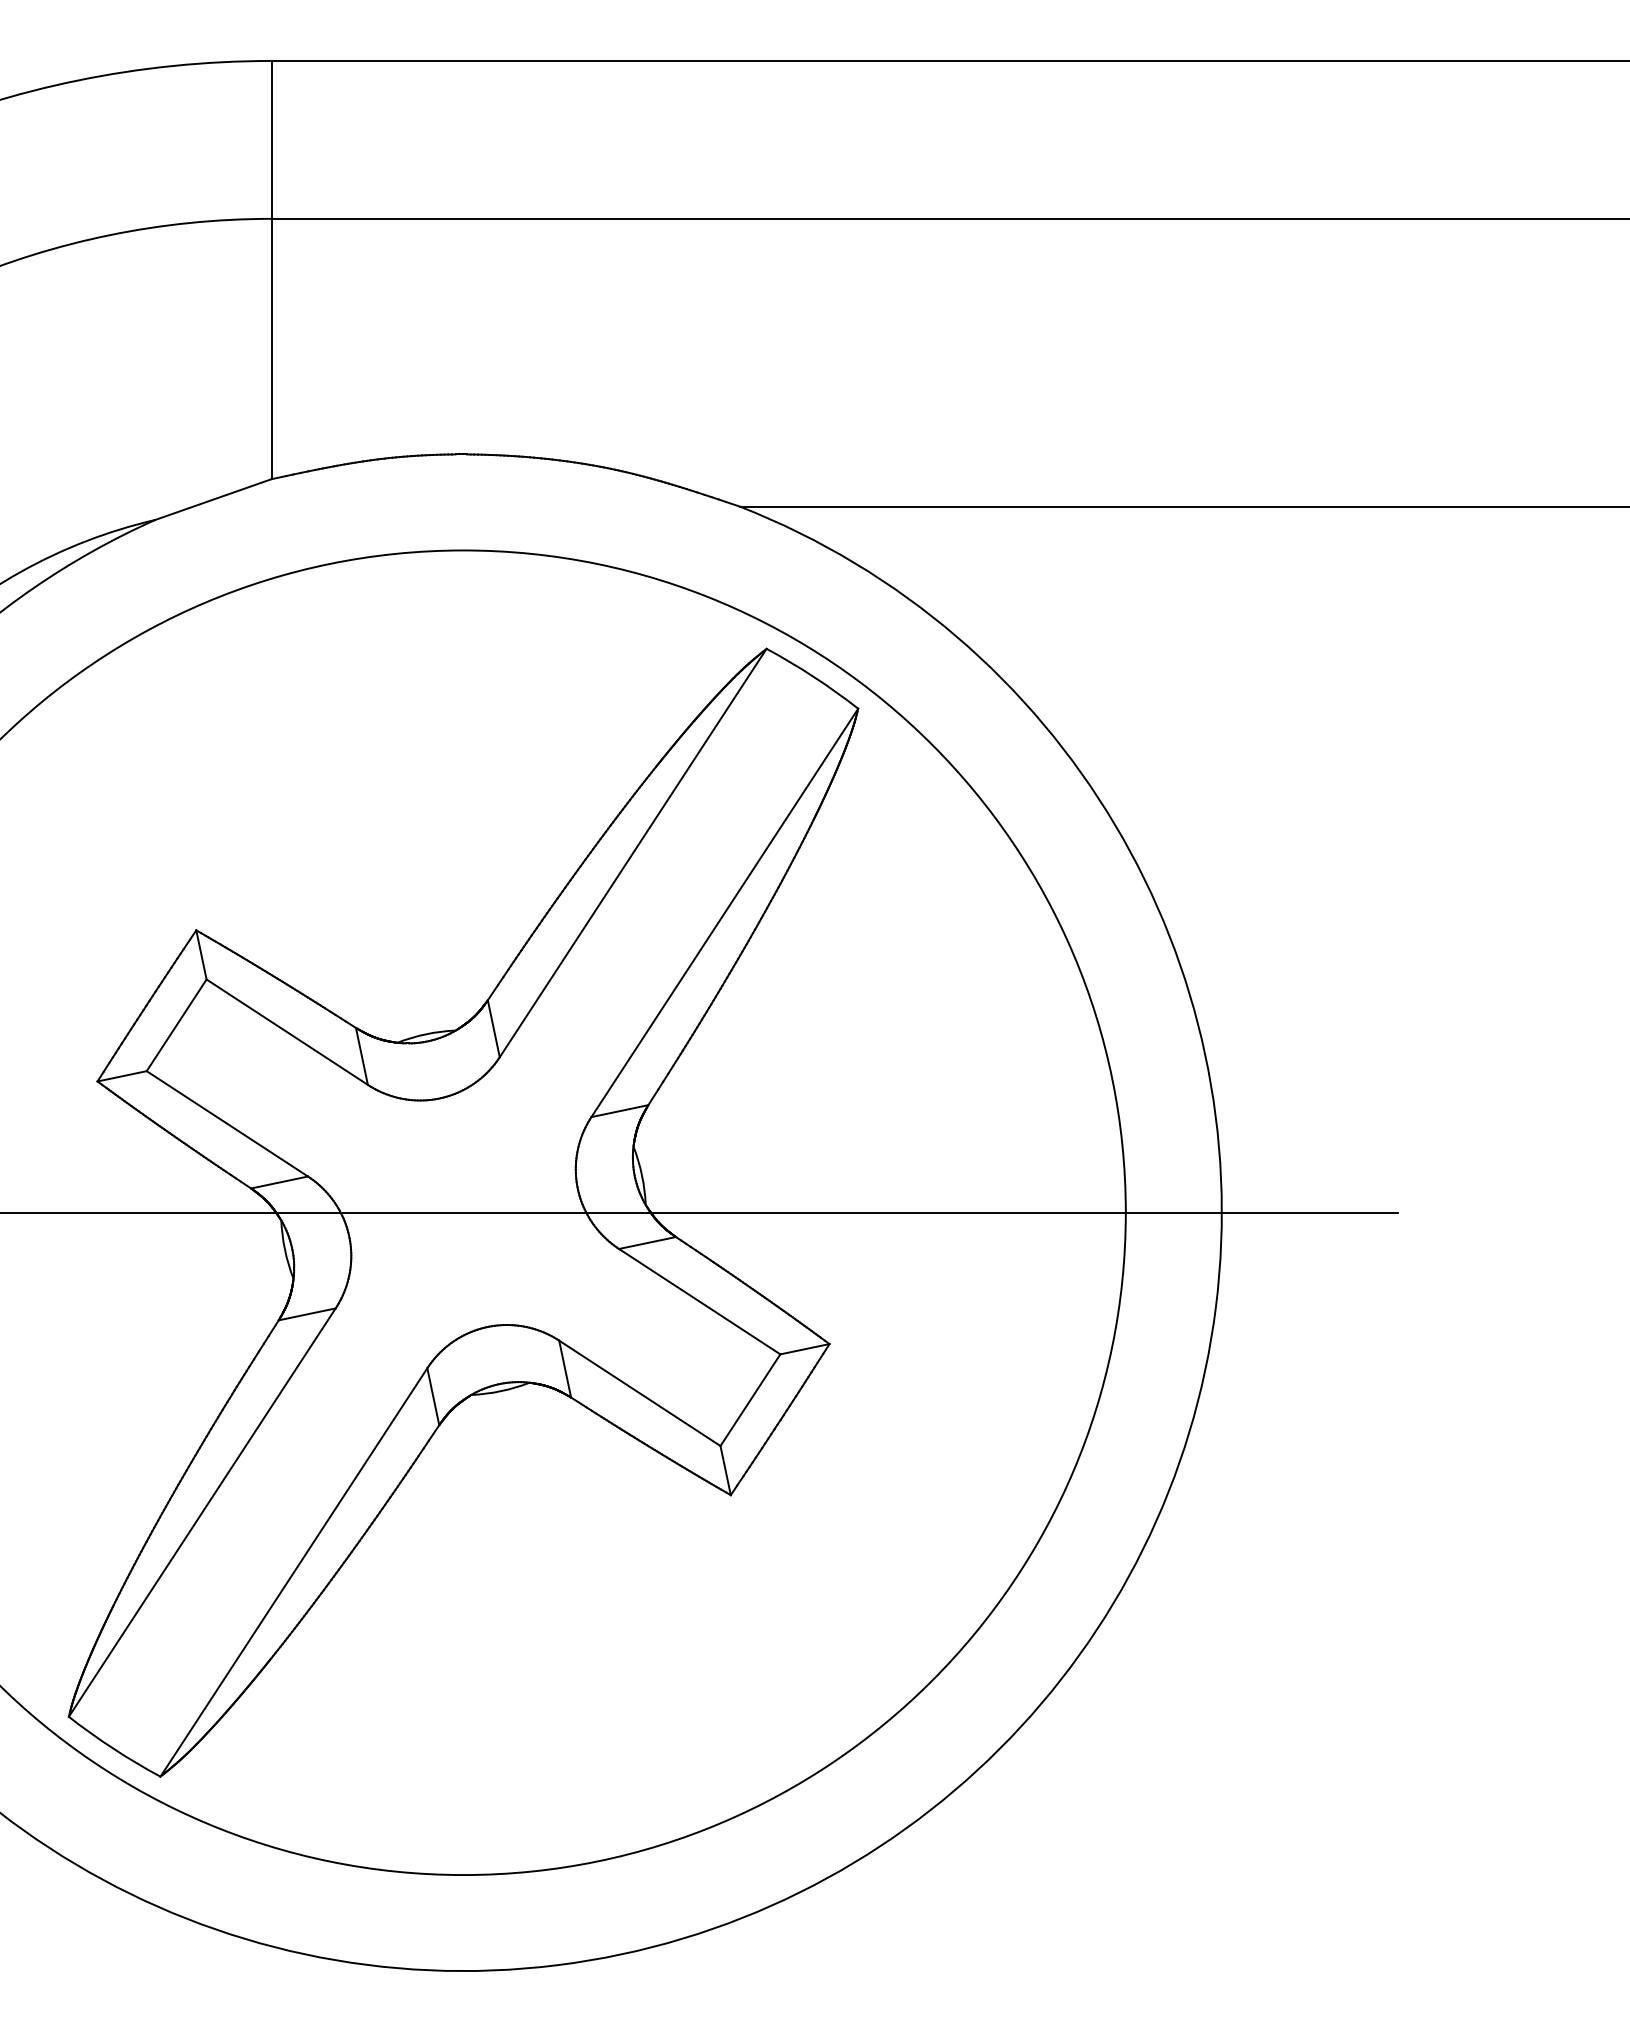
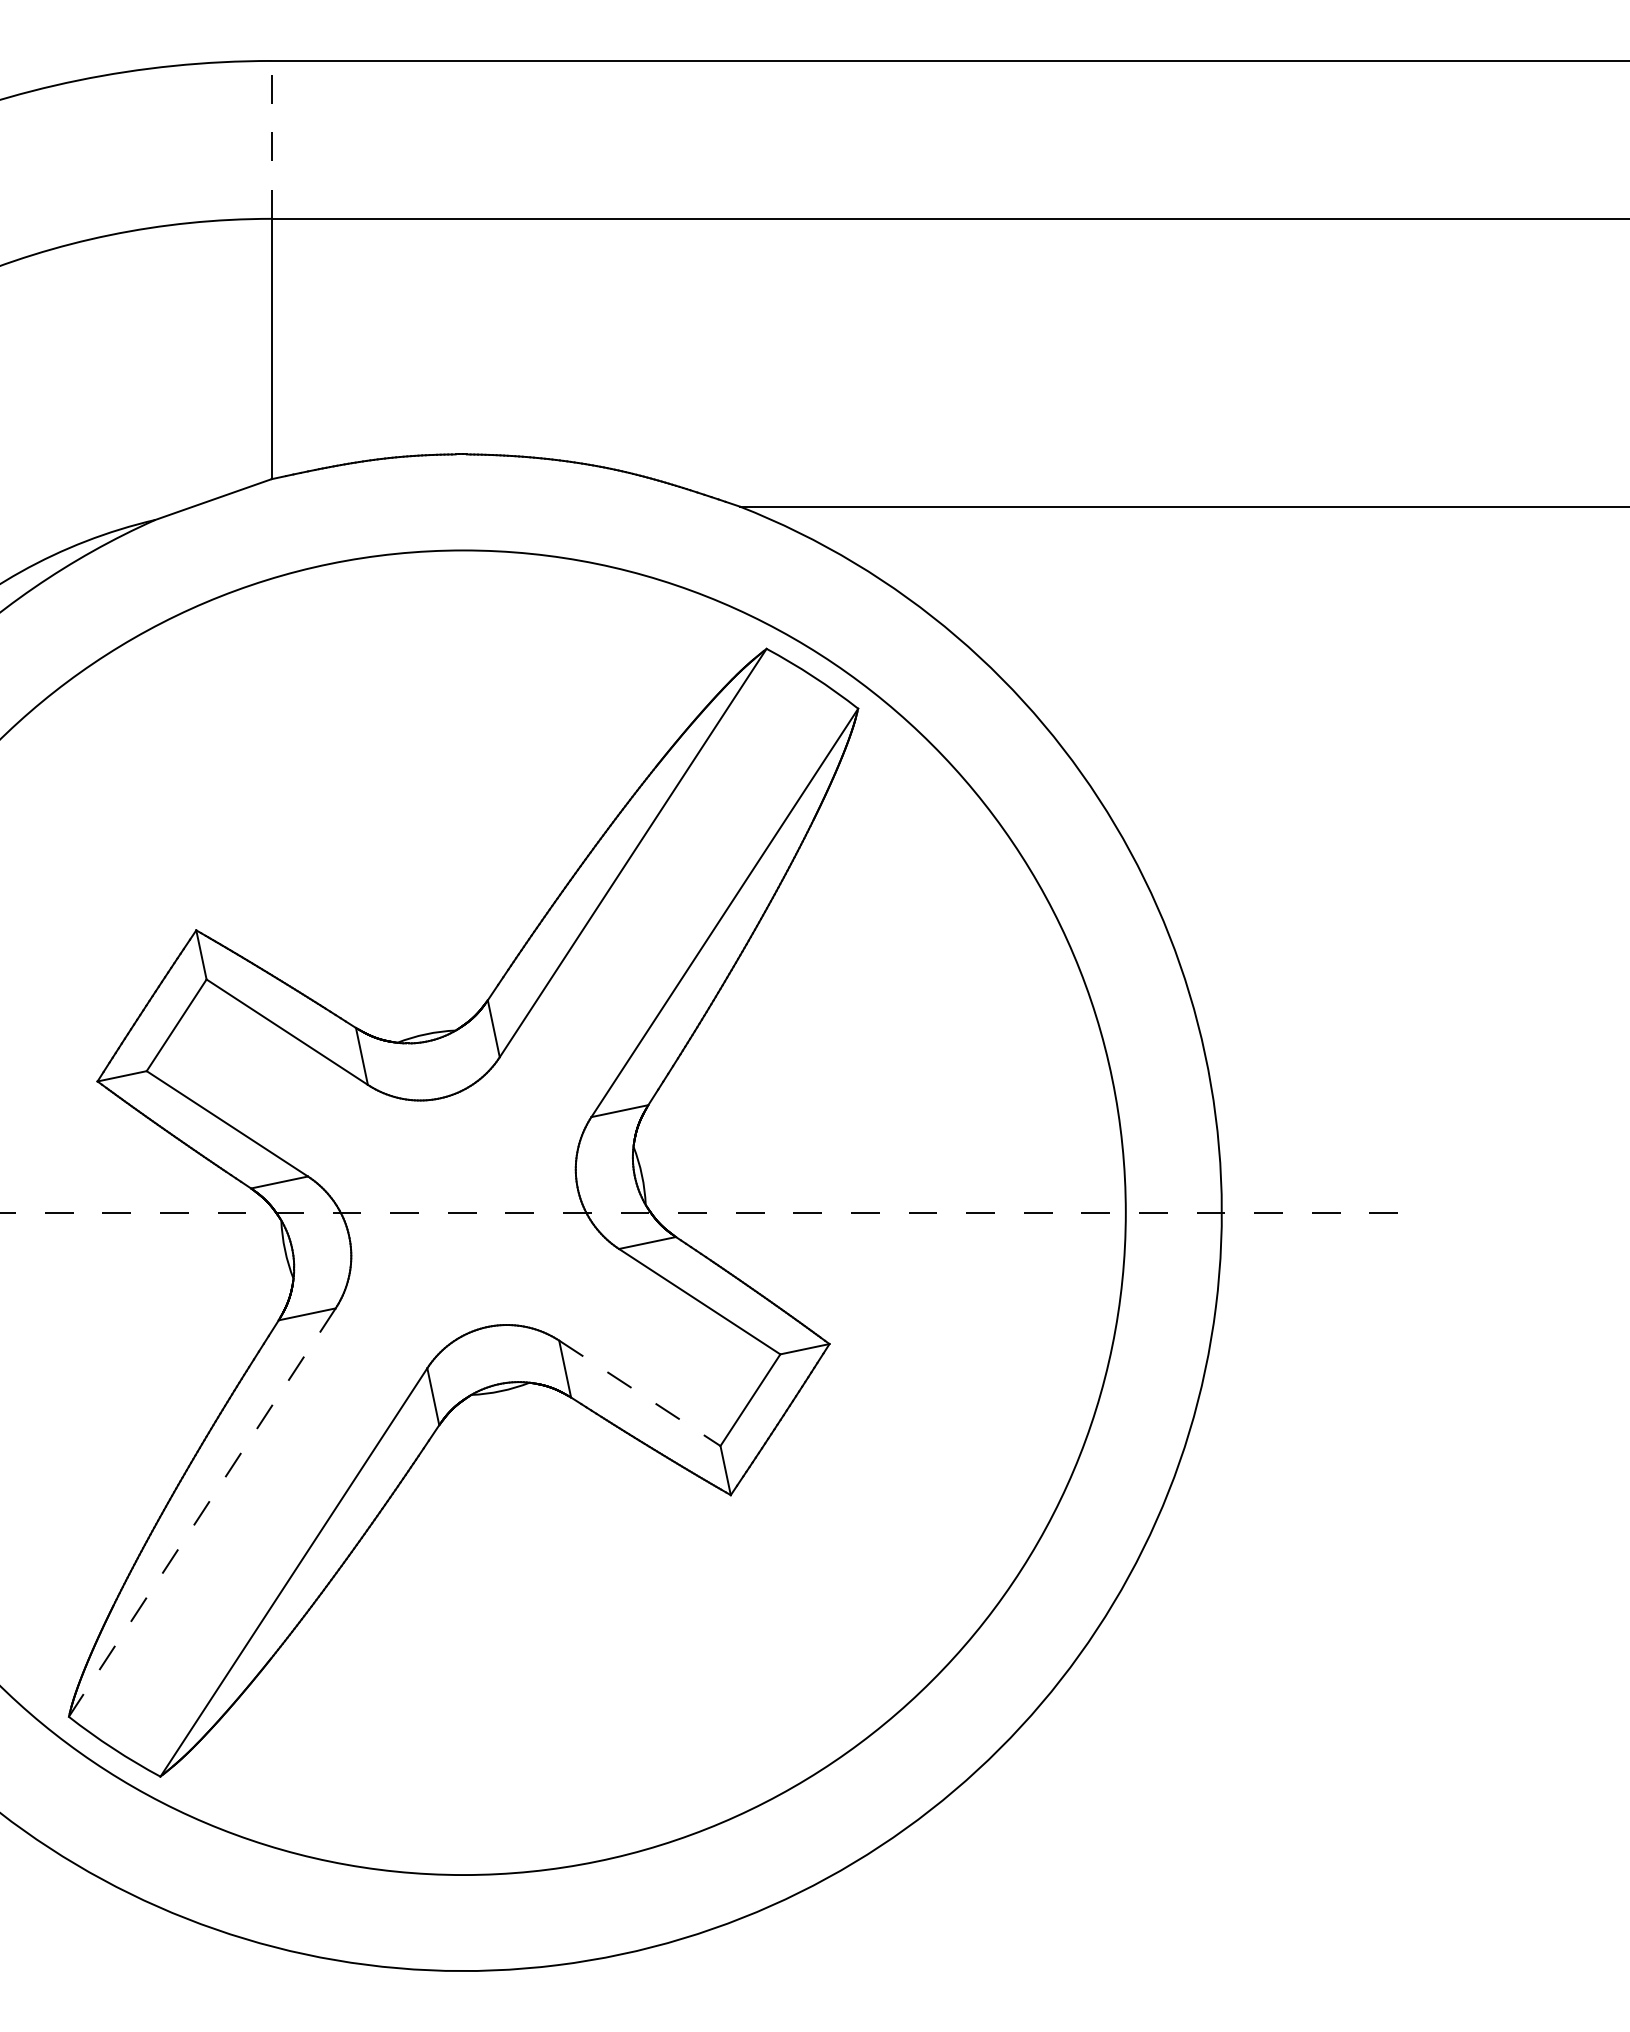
line at (271, 139): solid -> dashed
line at (699, 1212): solid -> dashed
line at (640, 1393): solid -> dashed
line at (202, 1512): solid -> dashed
